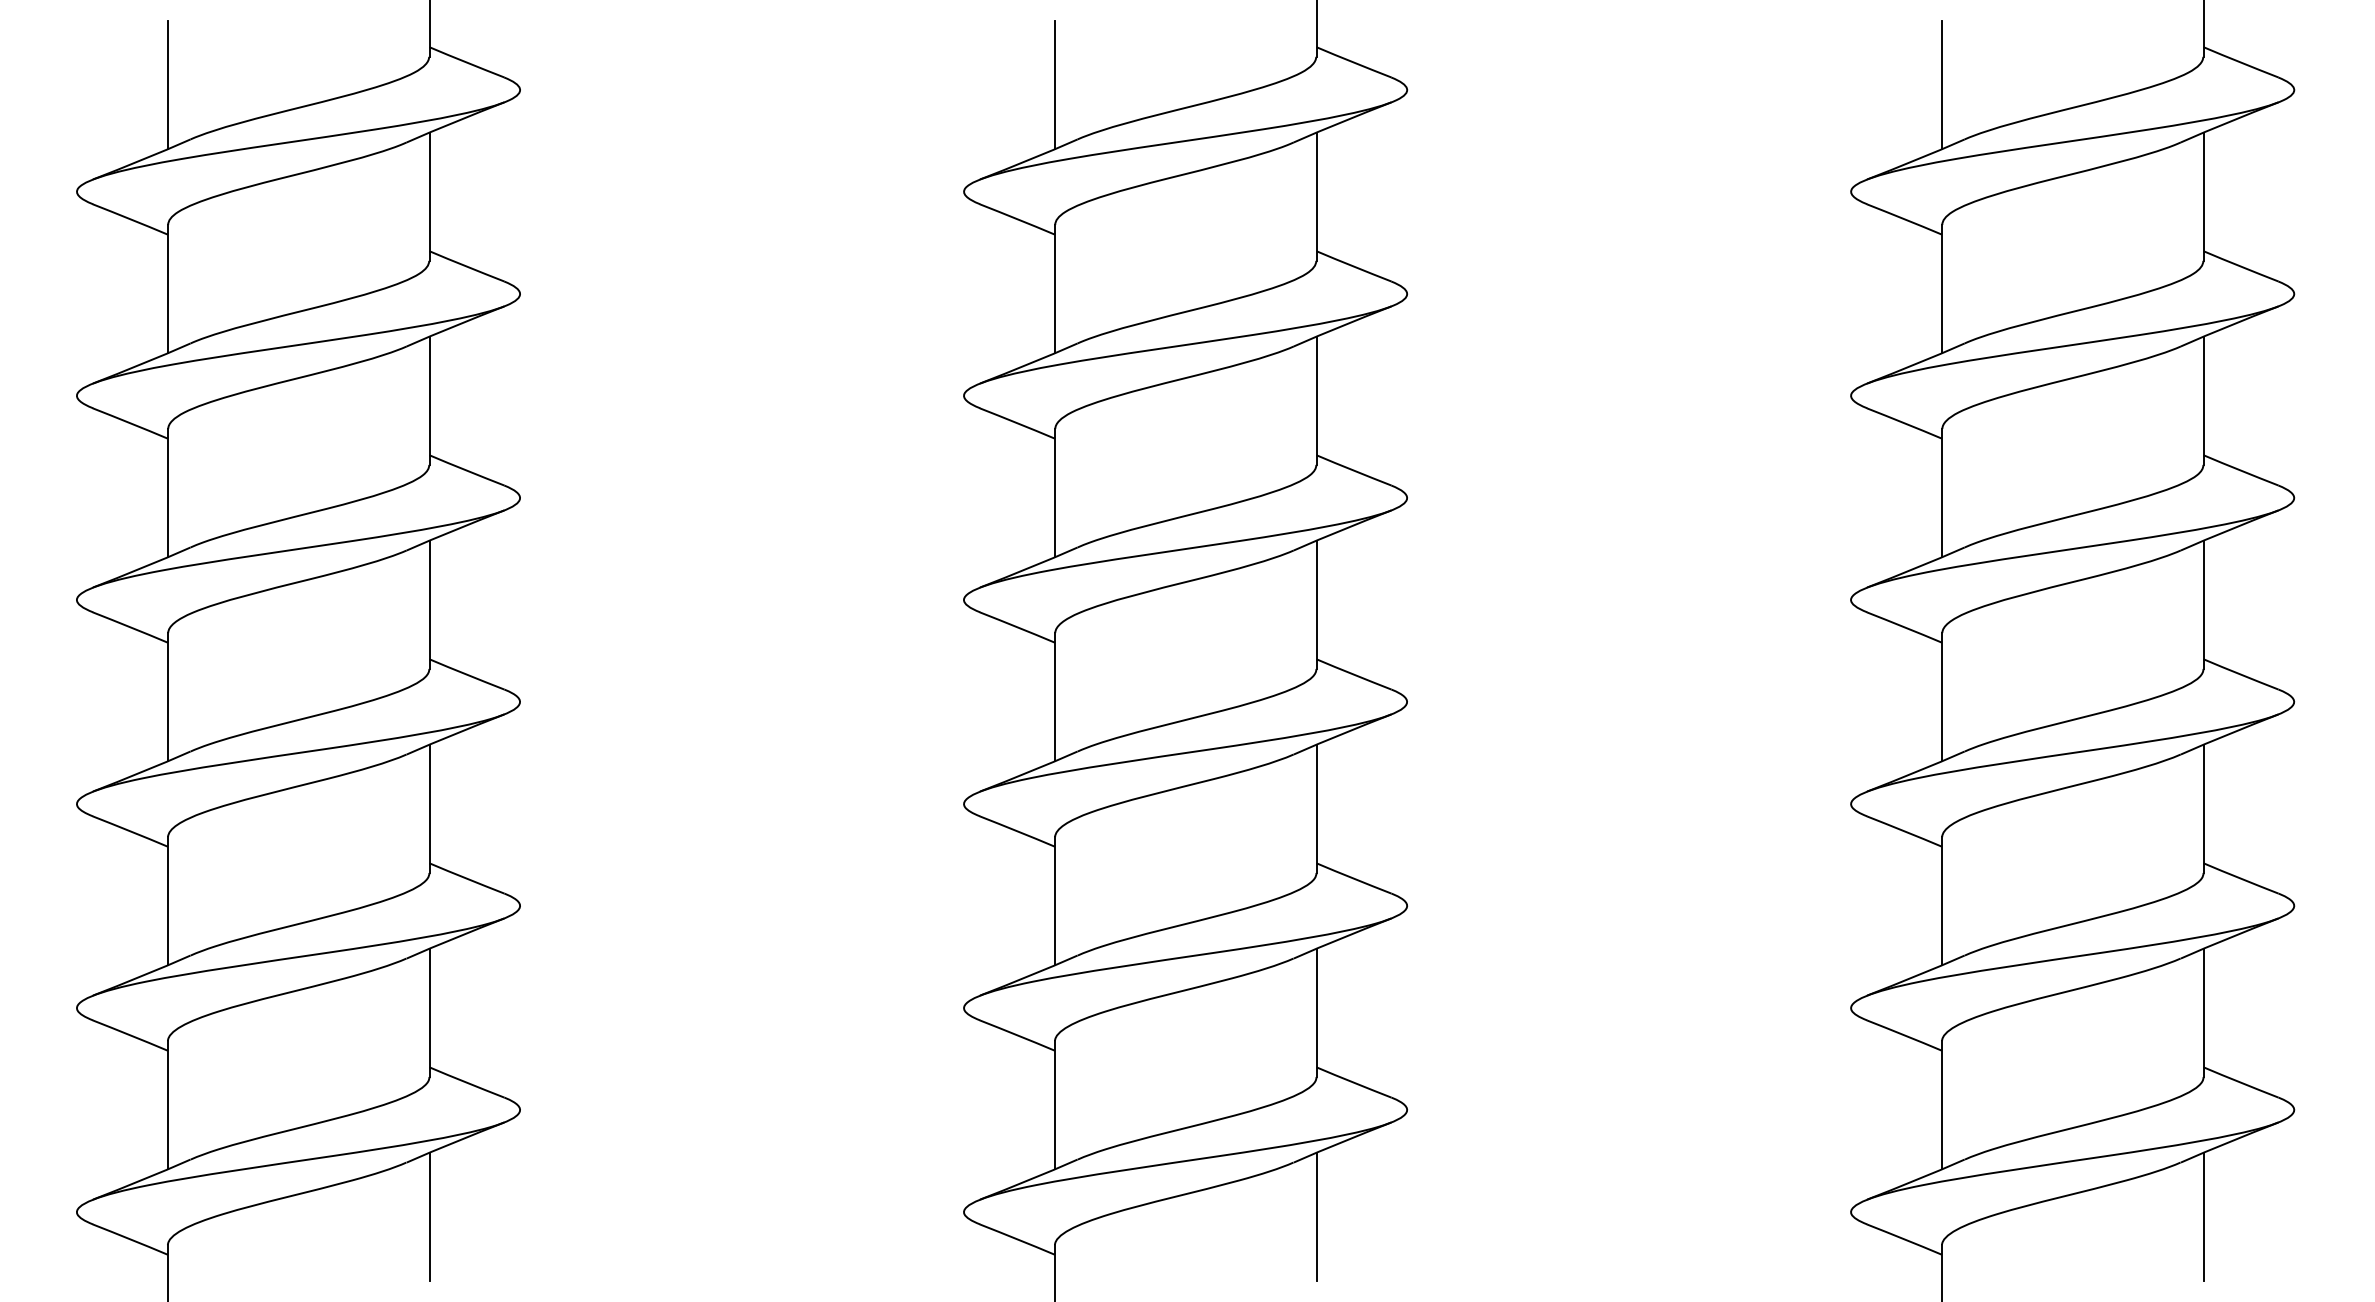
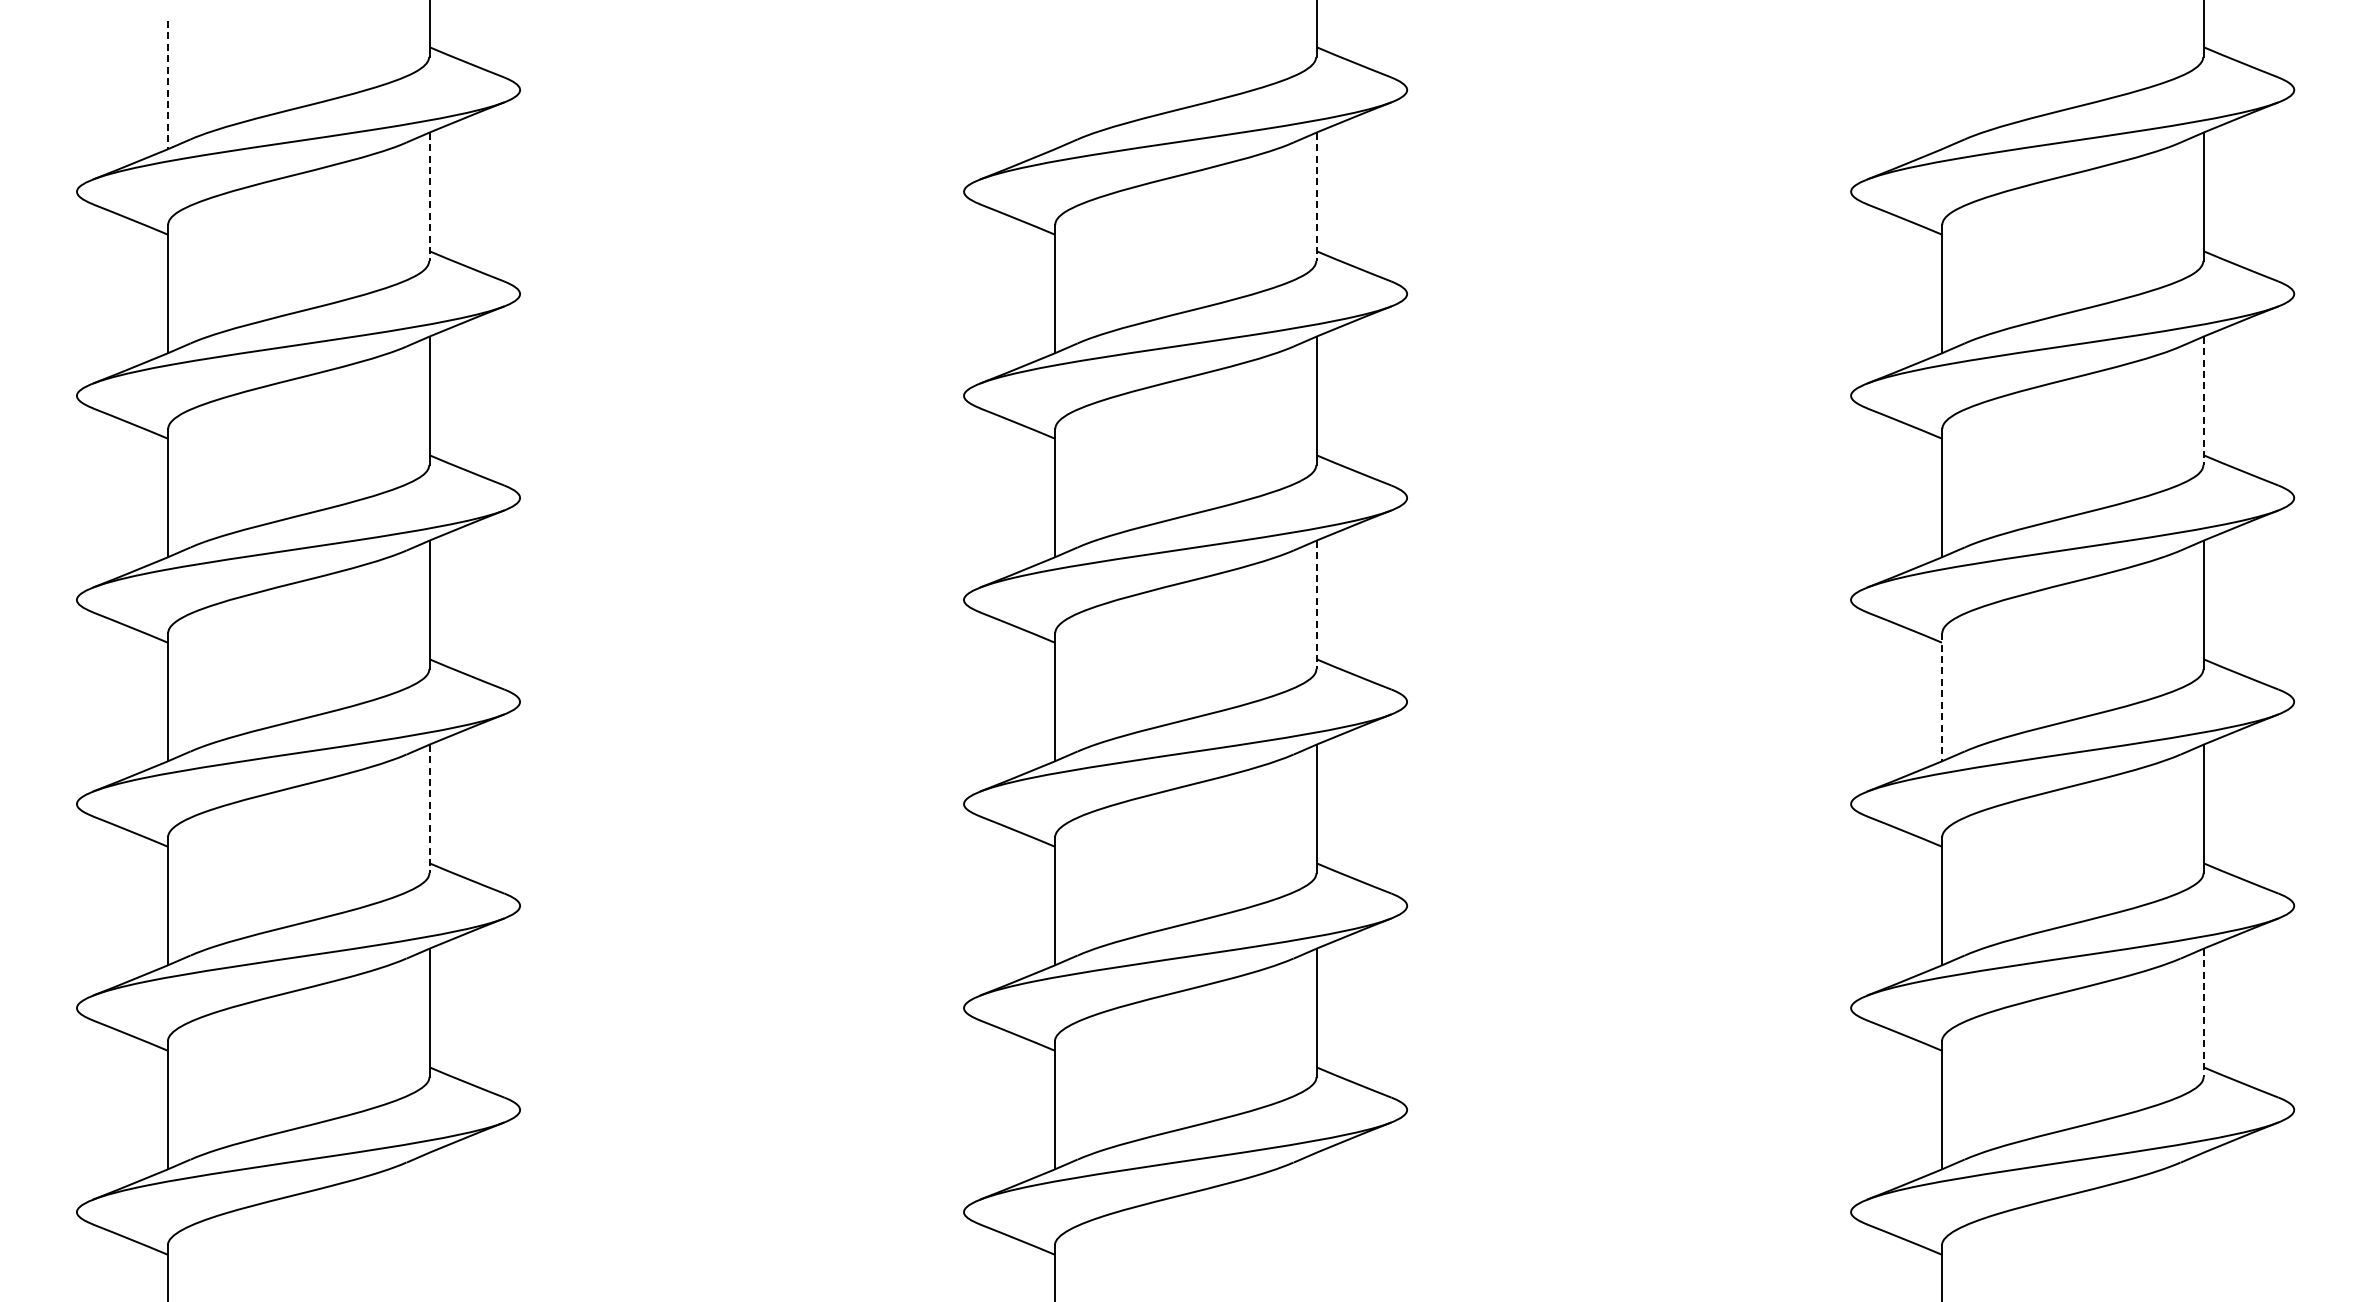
line at (167, 85): solid -> dashed
line at (1054, 85): present -> none
line at (1941, 85): present -> none
line at (429, 197): solid -> dashed
line at (1316, 197): solid -> dashed
line at (2203, 401): solid -> dashed
line at (1316, 605): solid -> dashed
line at (1941, 697): solid -> dashed
line at (429, 809): solid -> dashed
line at (2203, 1013): solid -> dashed
line at (429, 1216): present -> none
line at (1316, 1216): present -> none
line at (2203, 1216): present -> none
